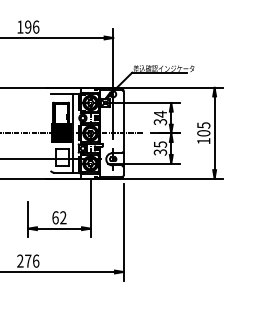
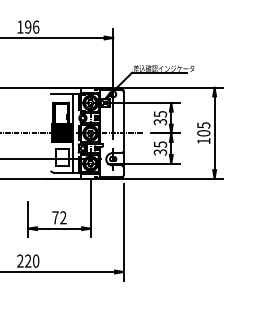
text at (160, 113): 34 -> 35
text at (55, 217): 62 -> 72
text at (32, 260): 276 -> 220
